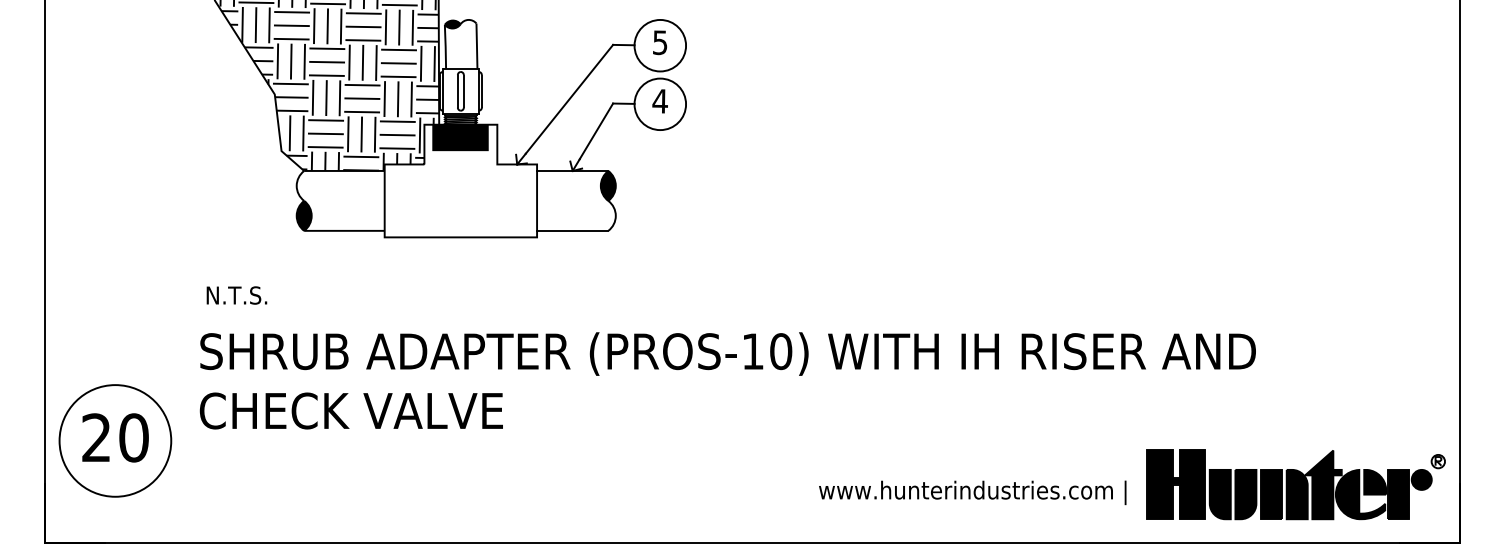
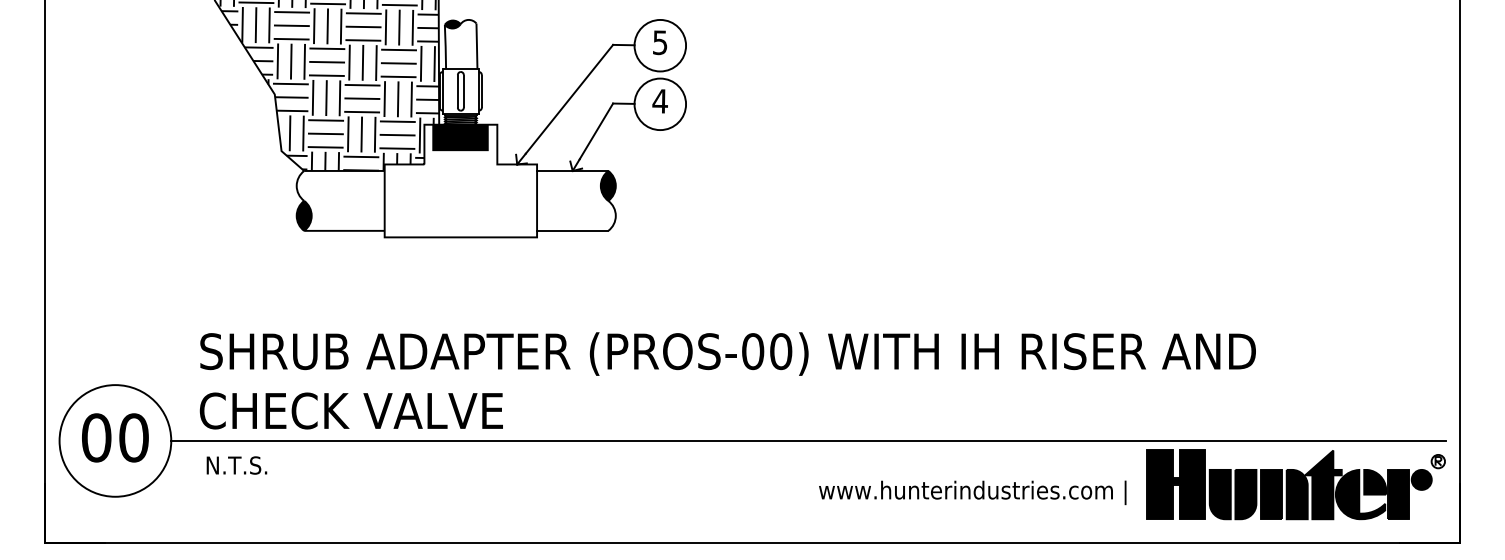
text at (236, 295) position: (236, 295) -> (236, 465)
text at (753, 351): (PROS-10) -> (PROS-00)
text at (96, 437): 20 -> 00
line at (808, 440): none -> present
